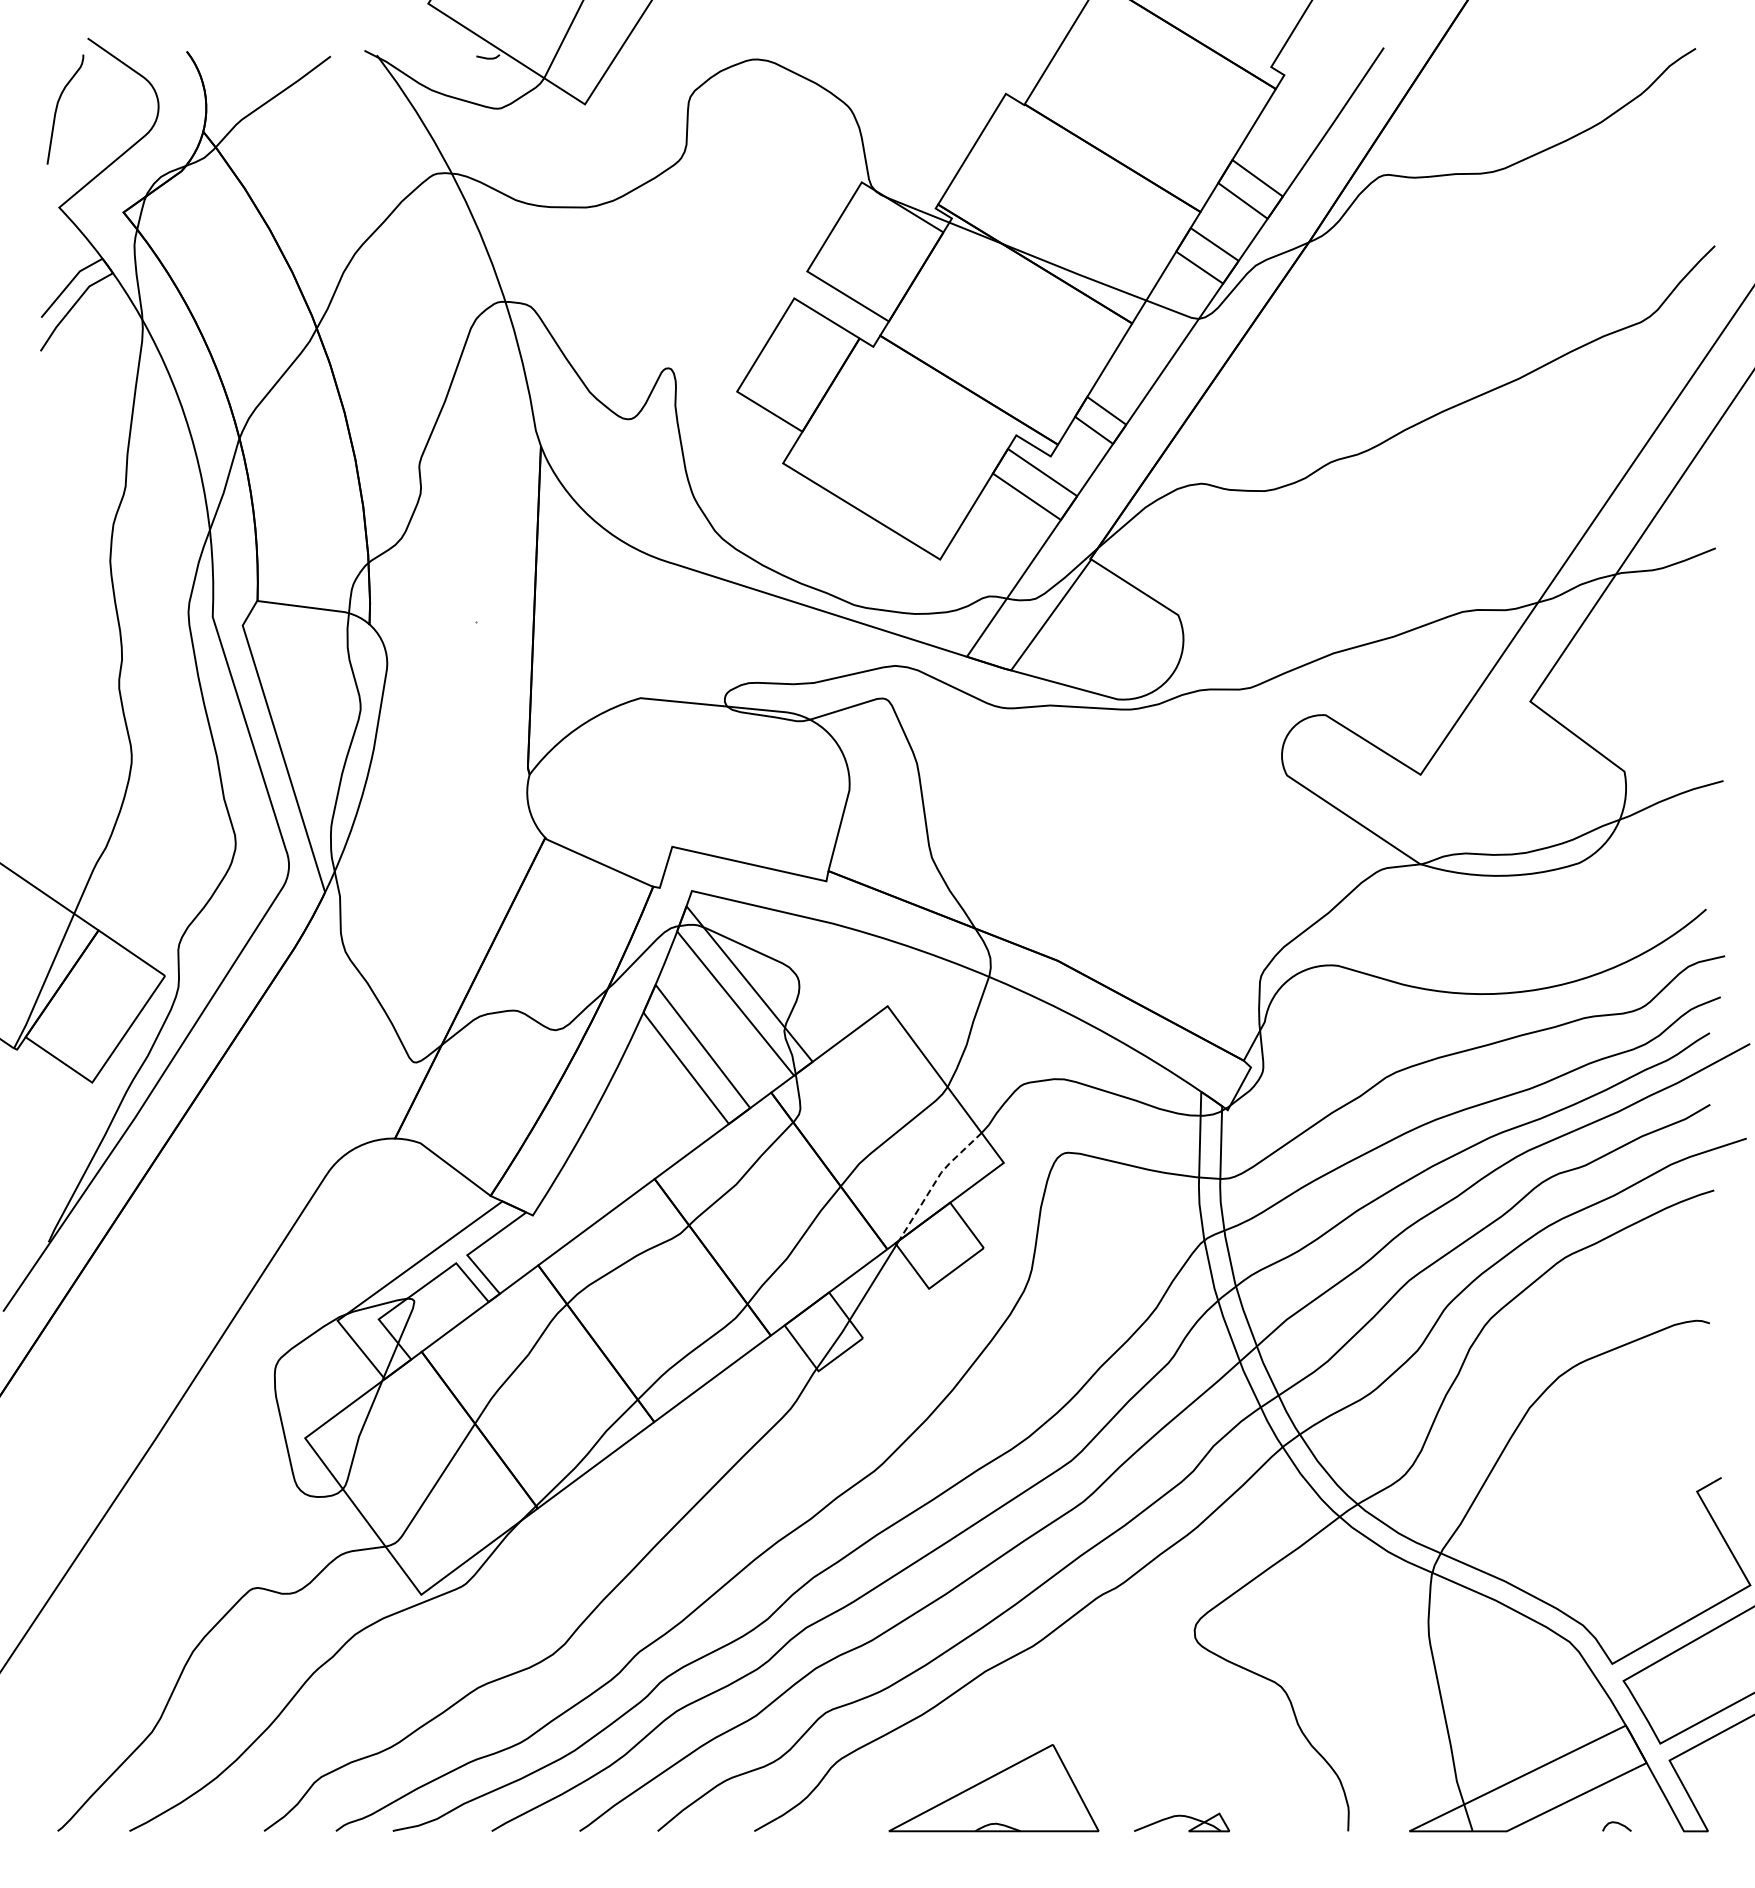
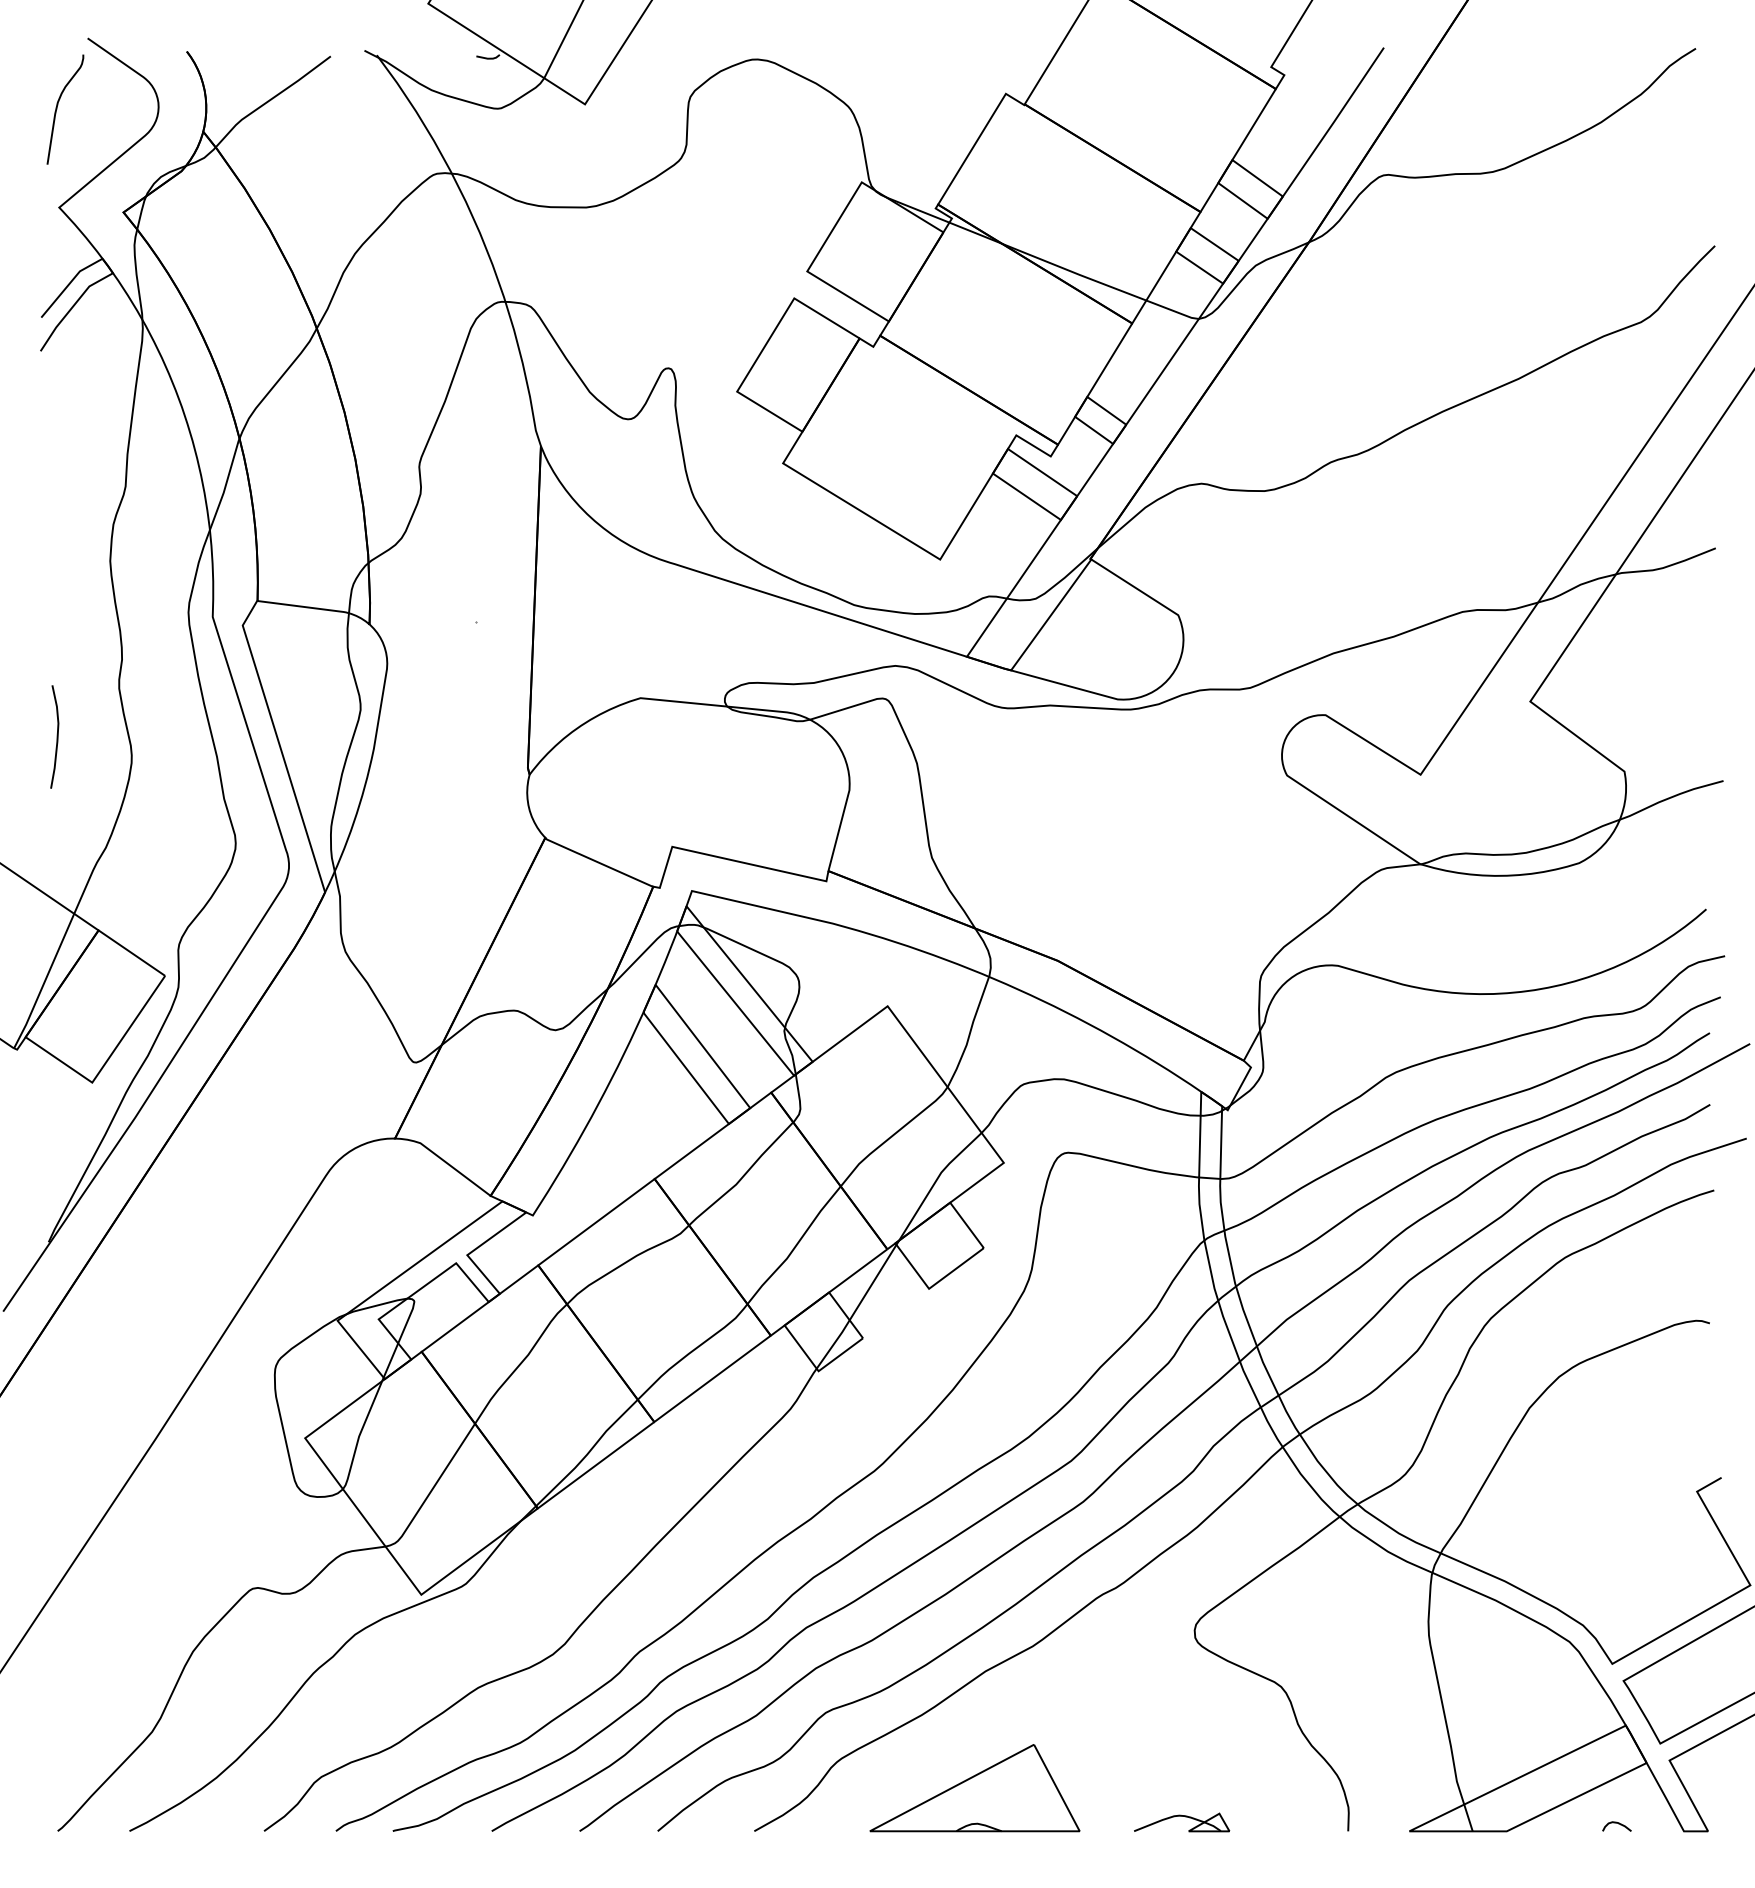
curve at (56, 736): none -> present
line at (936, 1181): dashed -> solid
part at (993, 1788) position: (993, 1788) -> (974, 1788)
